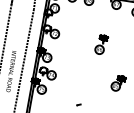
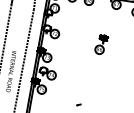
part at (118, 83): present -> none
